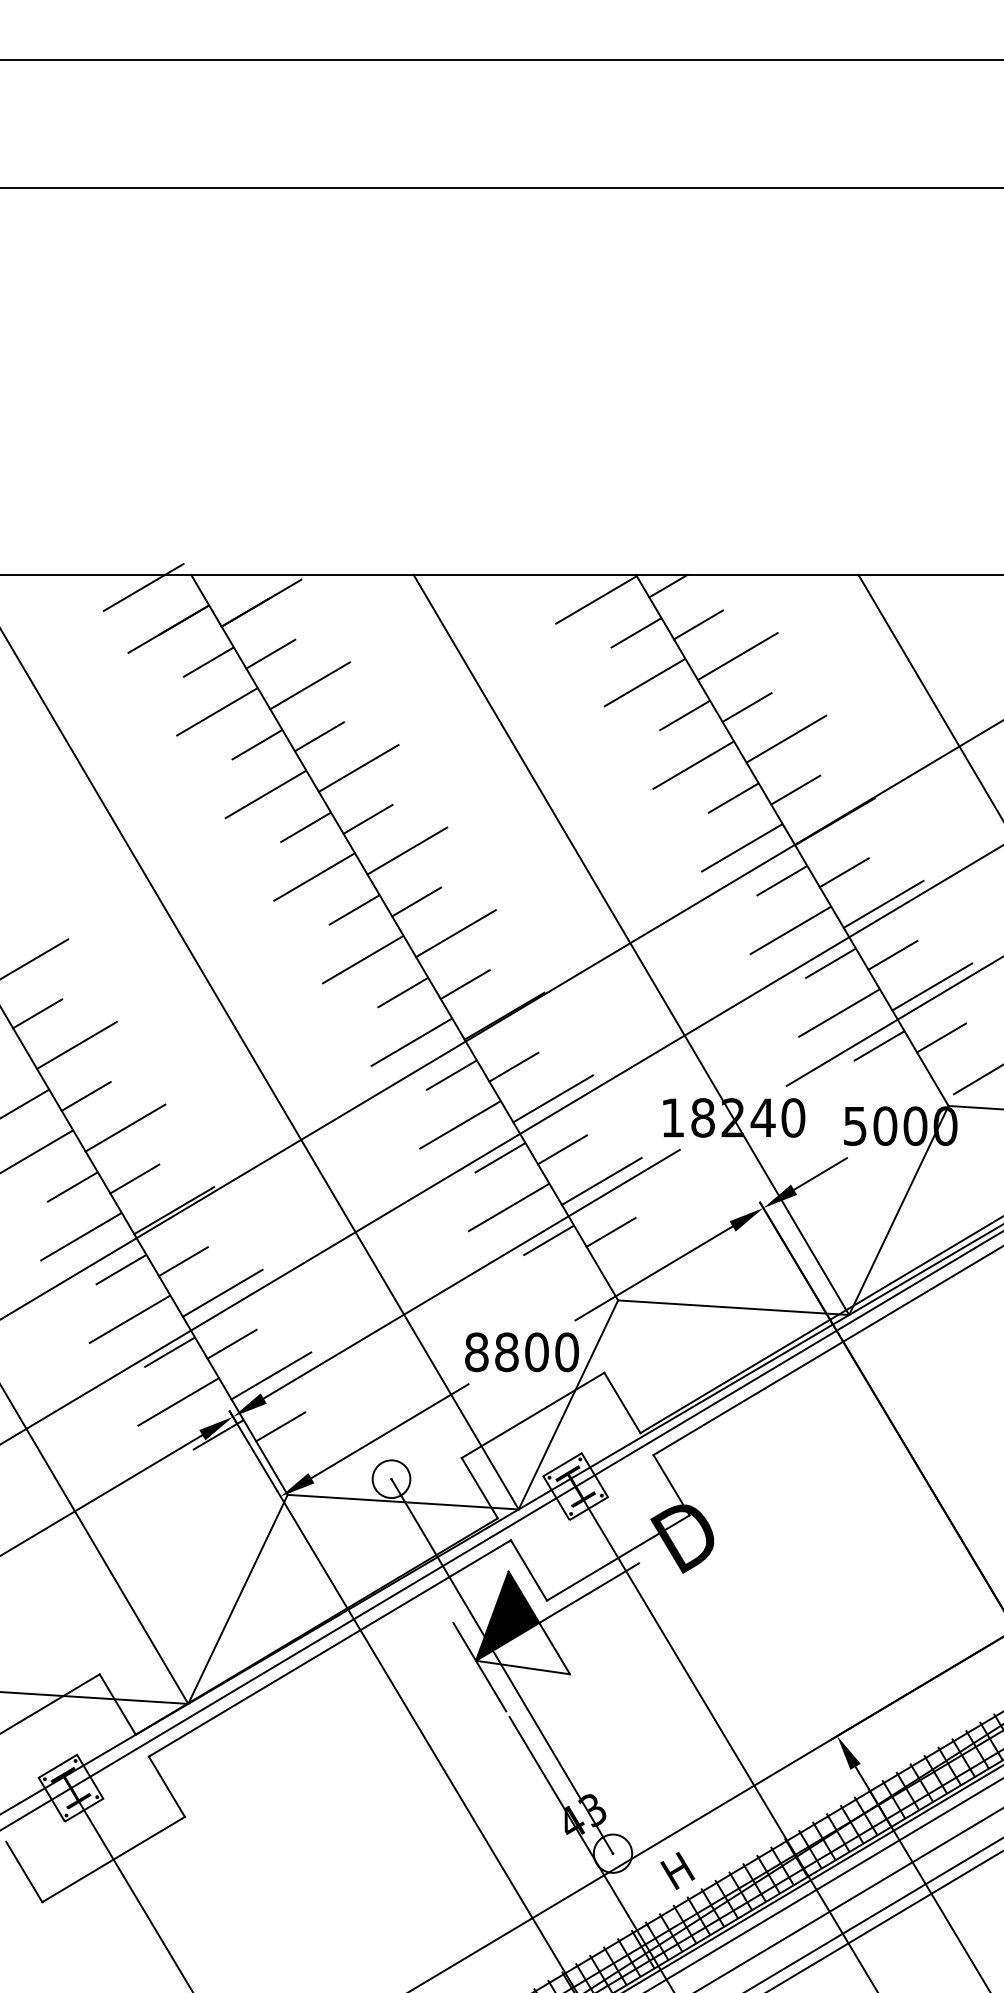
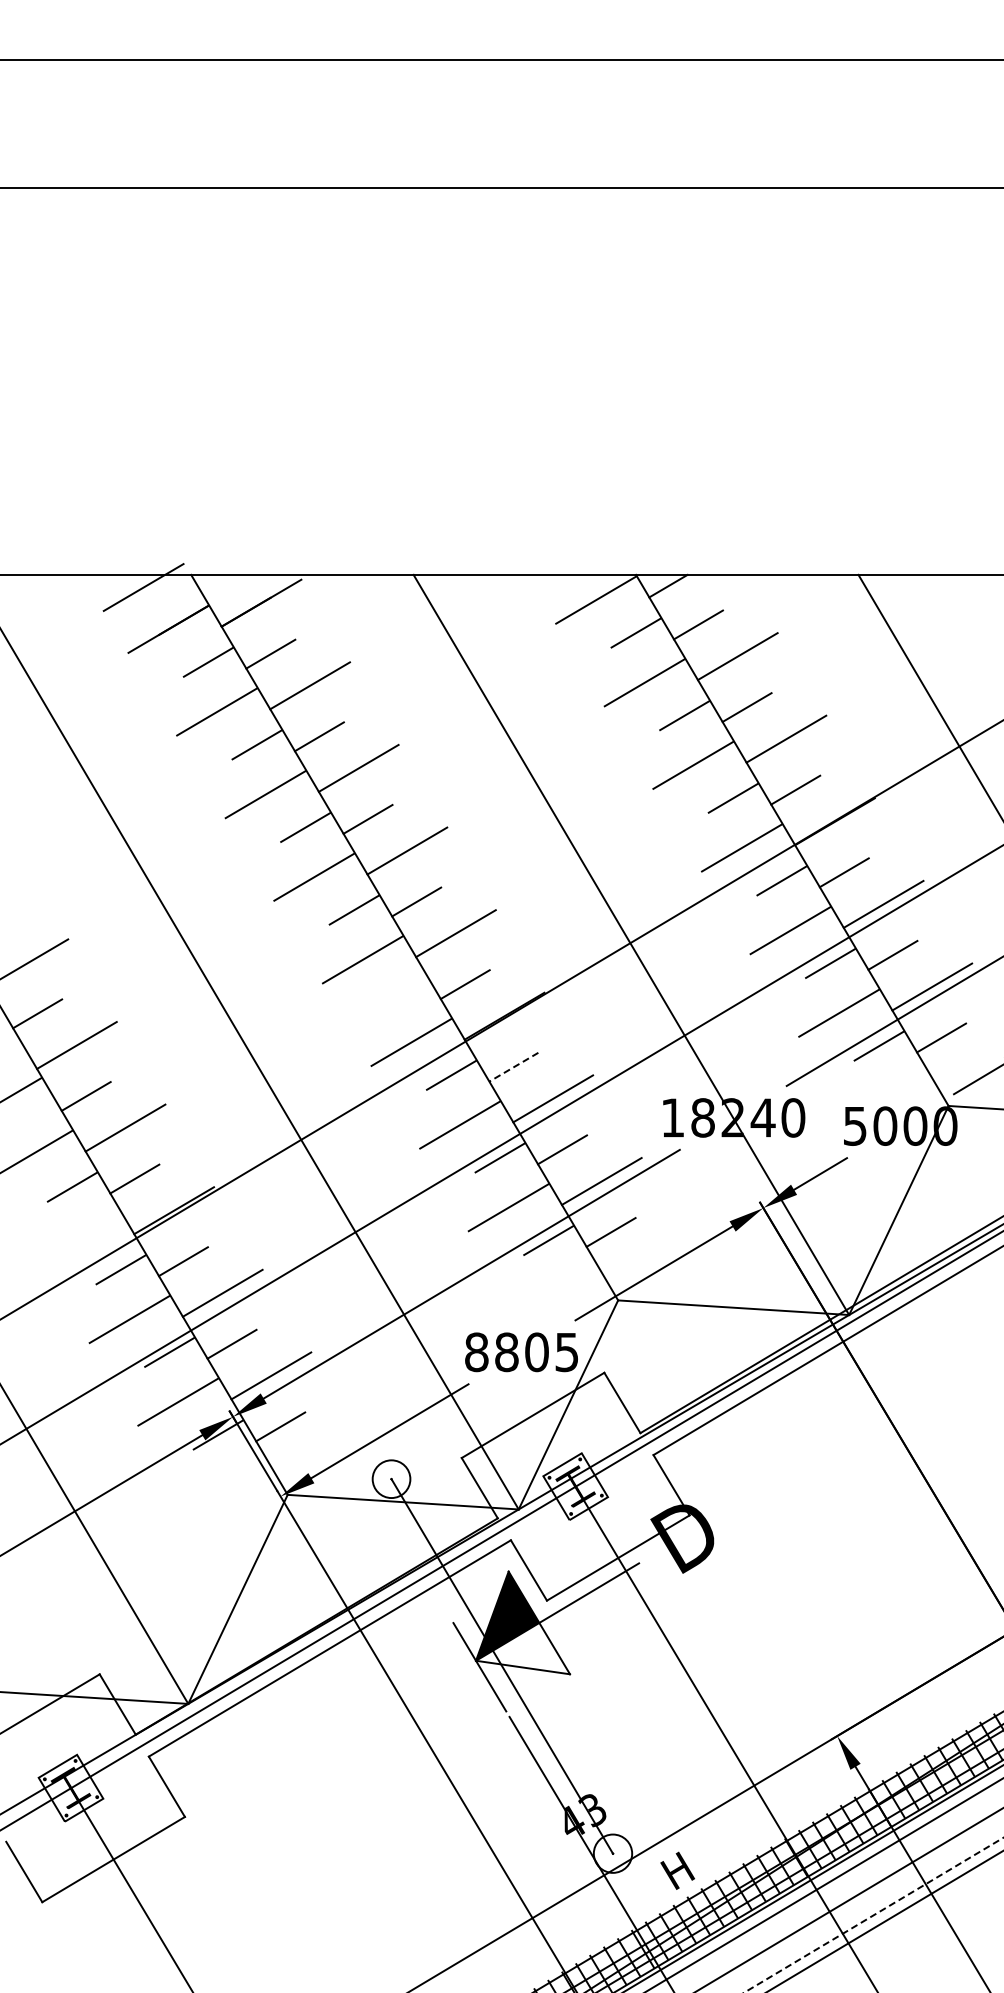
line at (402, 992): present -> none
line at (513, 1067): solid -> dashed
line at (25, 1103) position: (25, 1103) -> (21, 1089)
line at (80, 1236): present -> none
text at (566, 1352): 8800 -> 8805
line at (874, 1914): solid -> dashed
